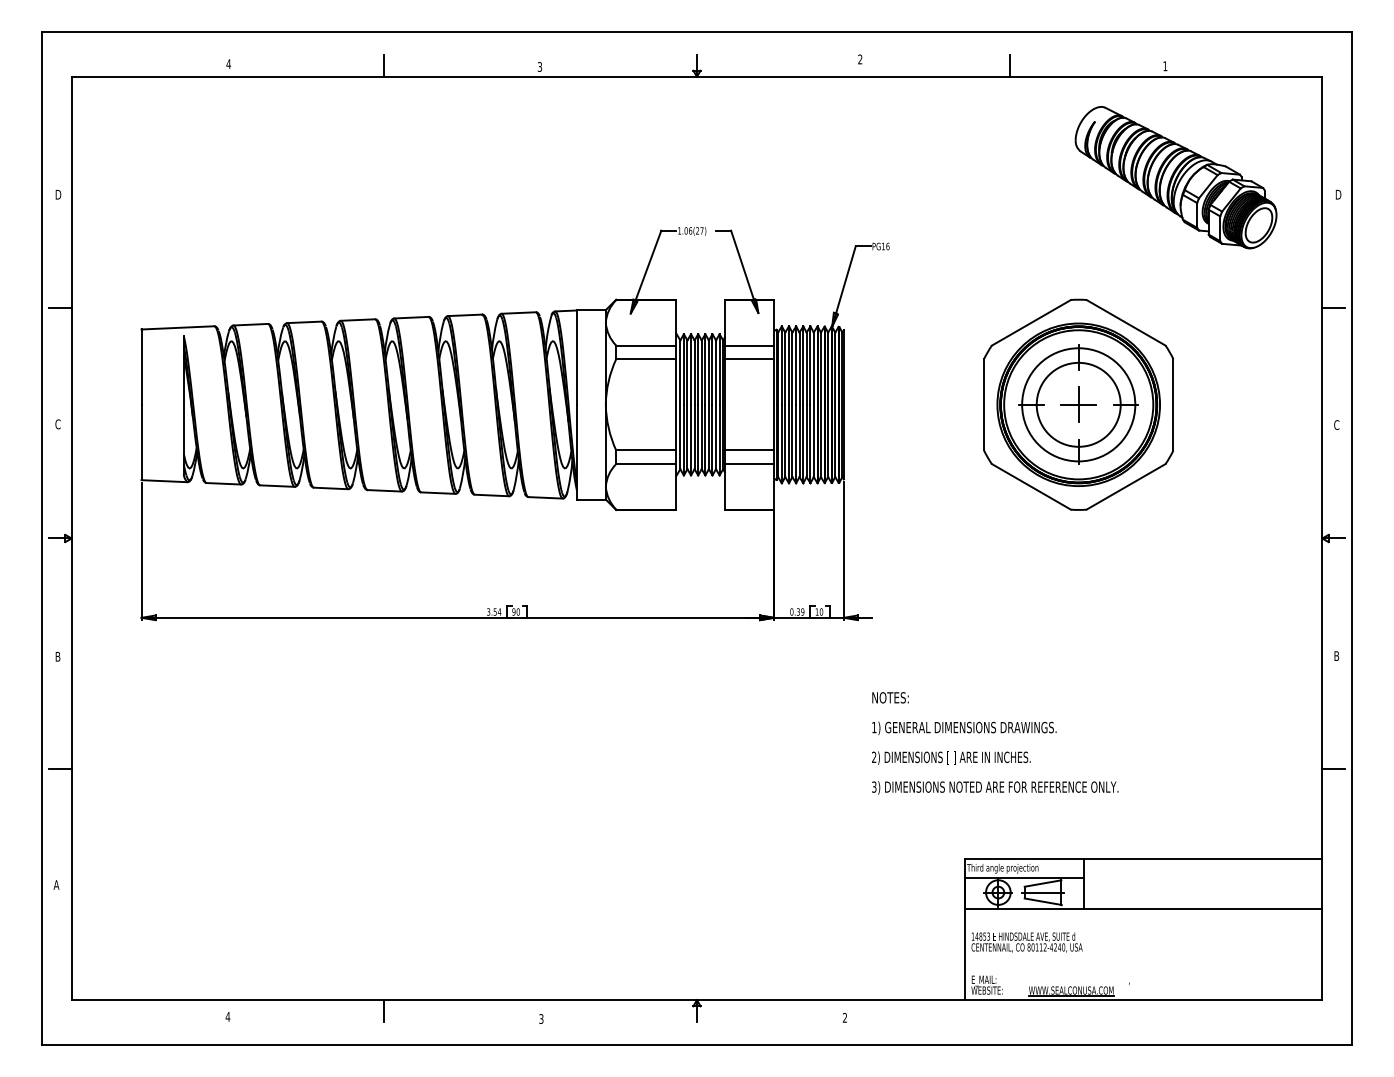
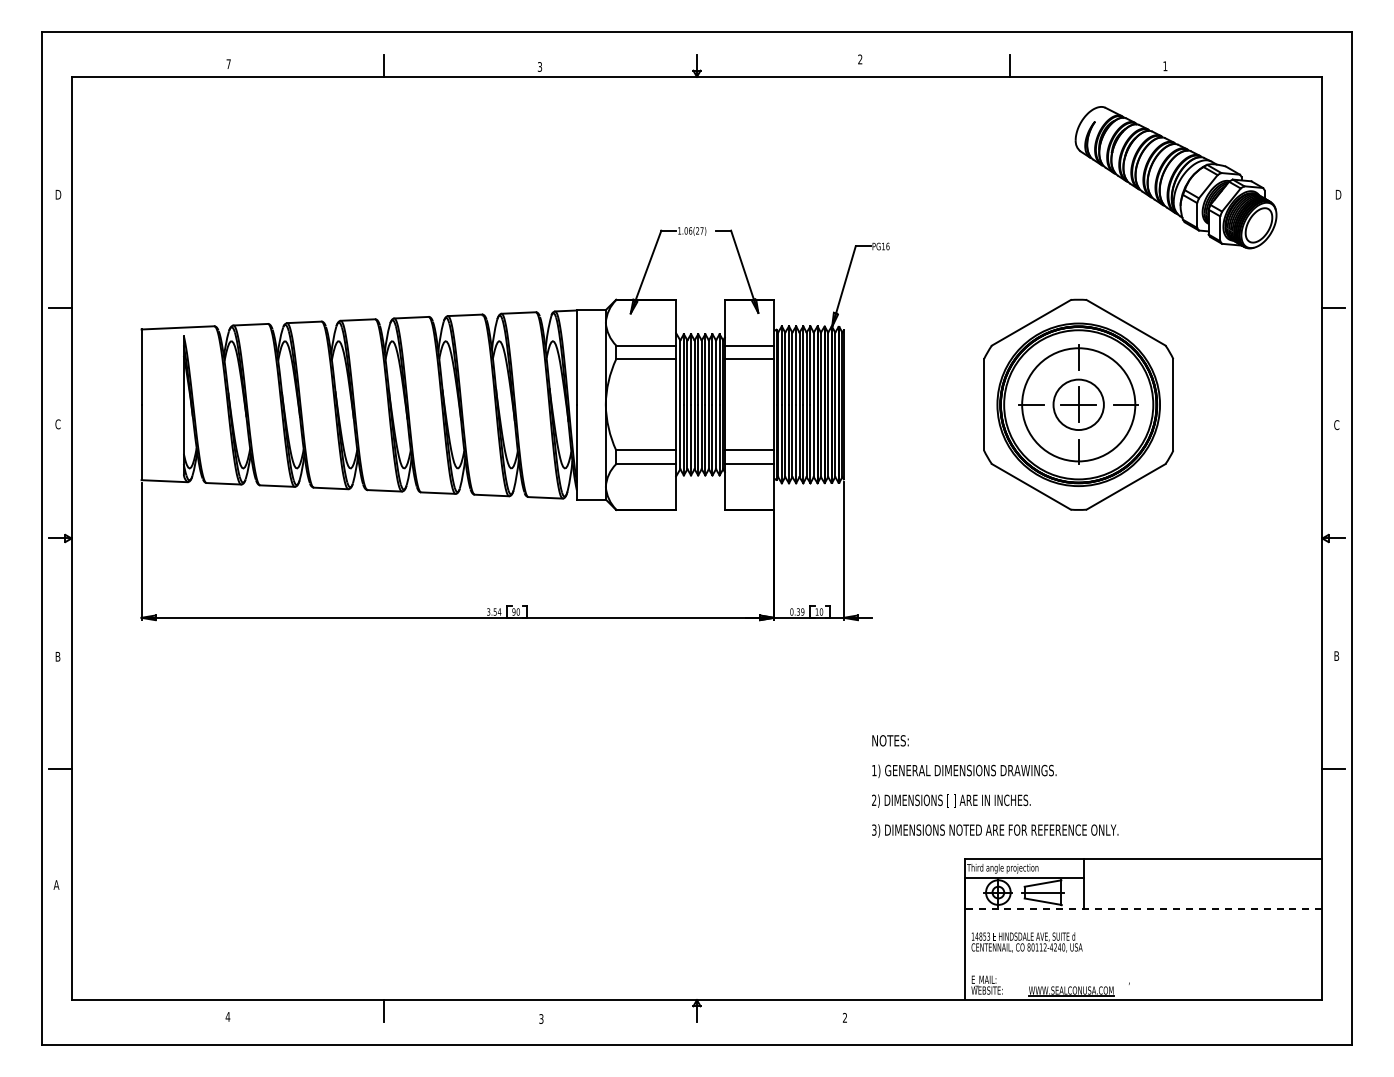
text at (228, 63): 4 -> 7
circle at (1078, 404) diameter: 84 px -> 50 px
text at (995, 743) position: (995, 743) -> (995, 786)
line at (1143, 909): solid -> dashed
